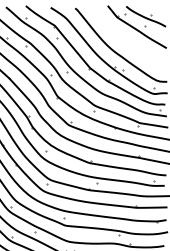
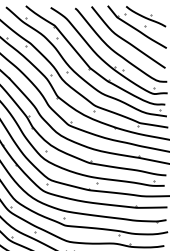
curve at (125, 39): none -> present
